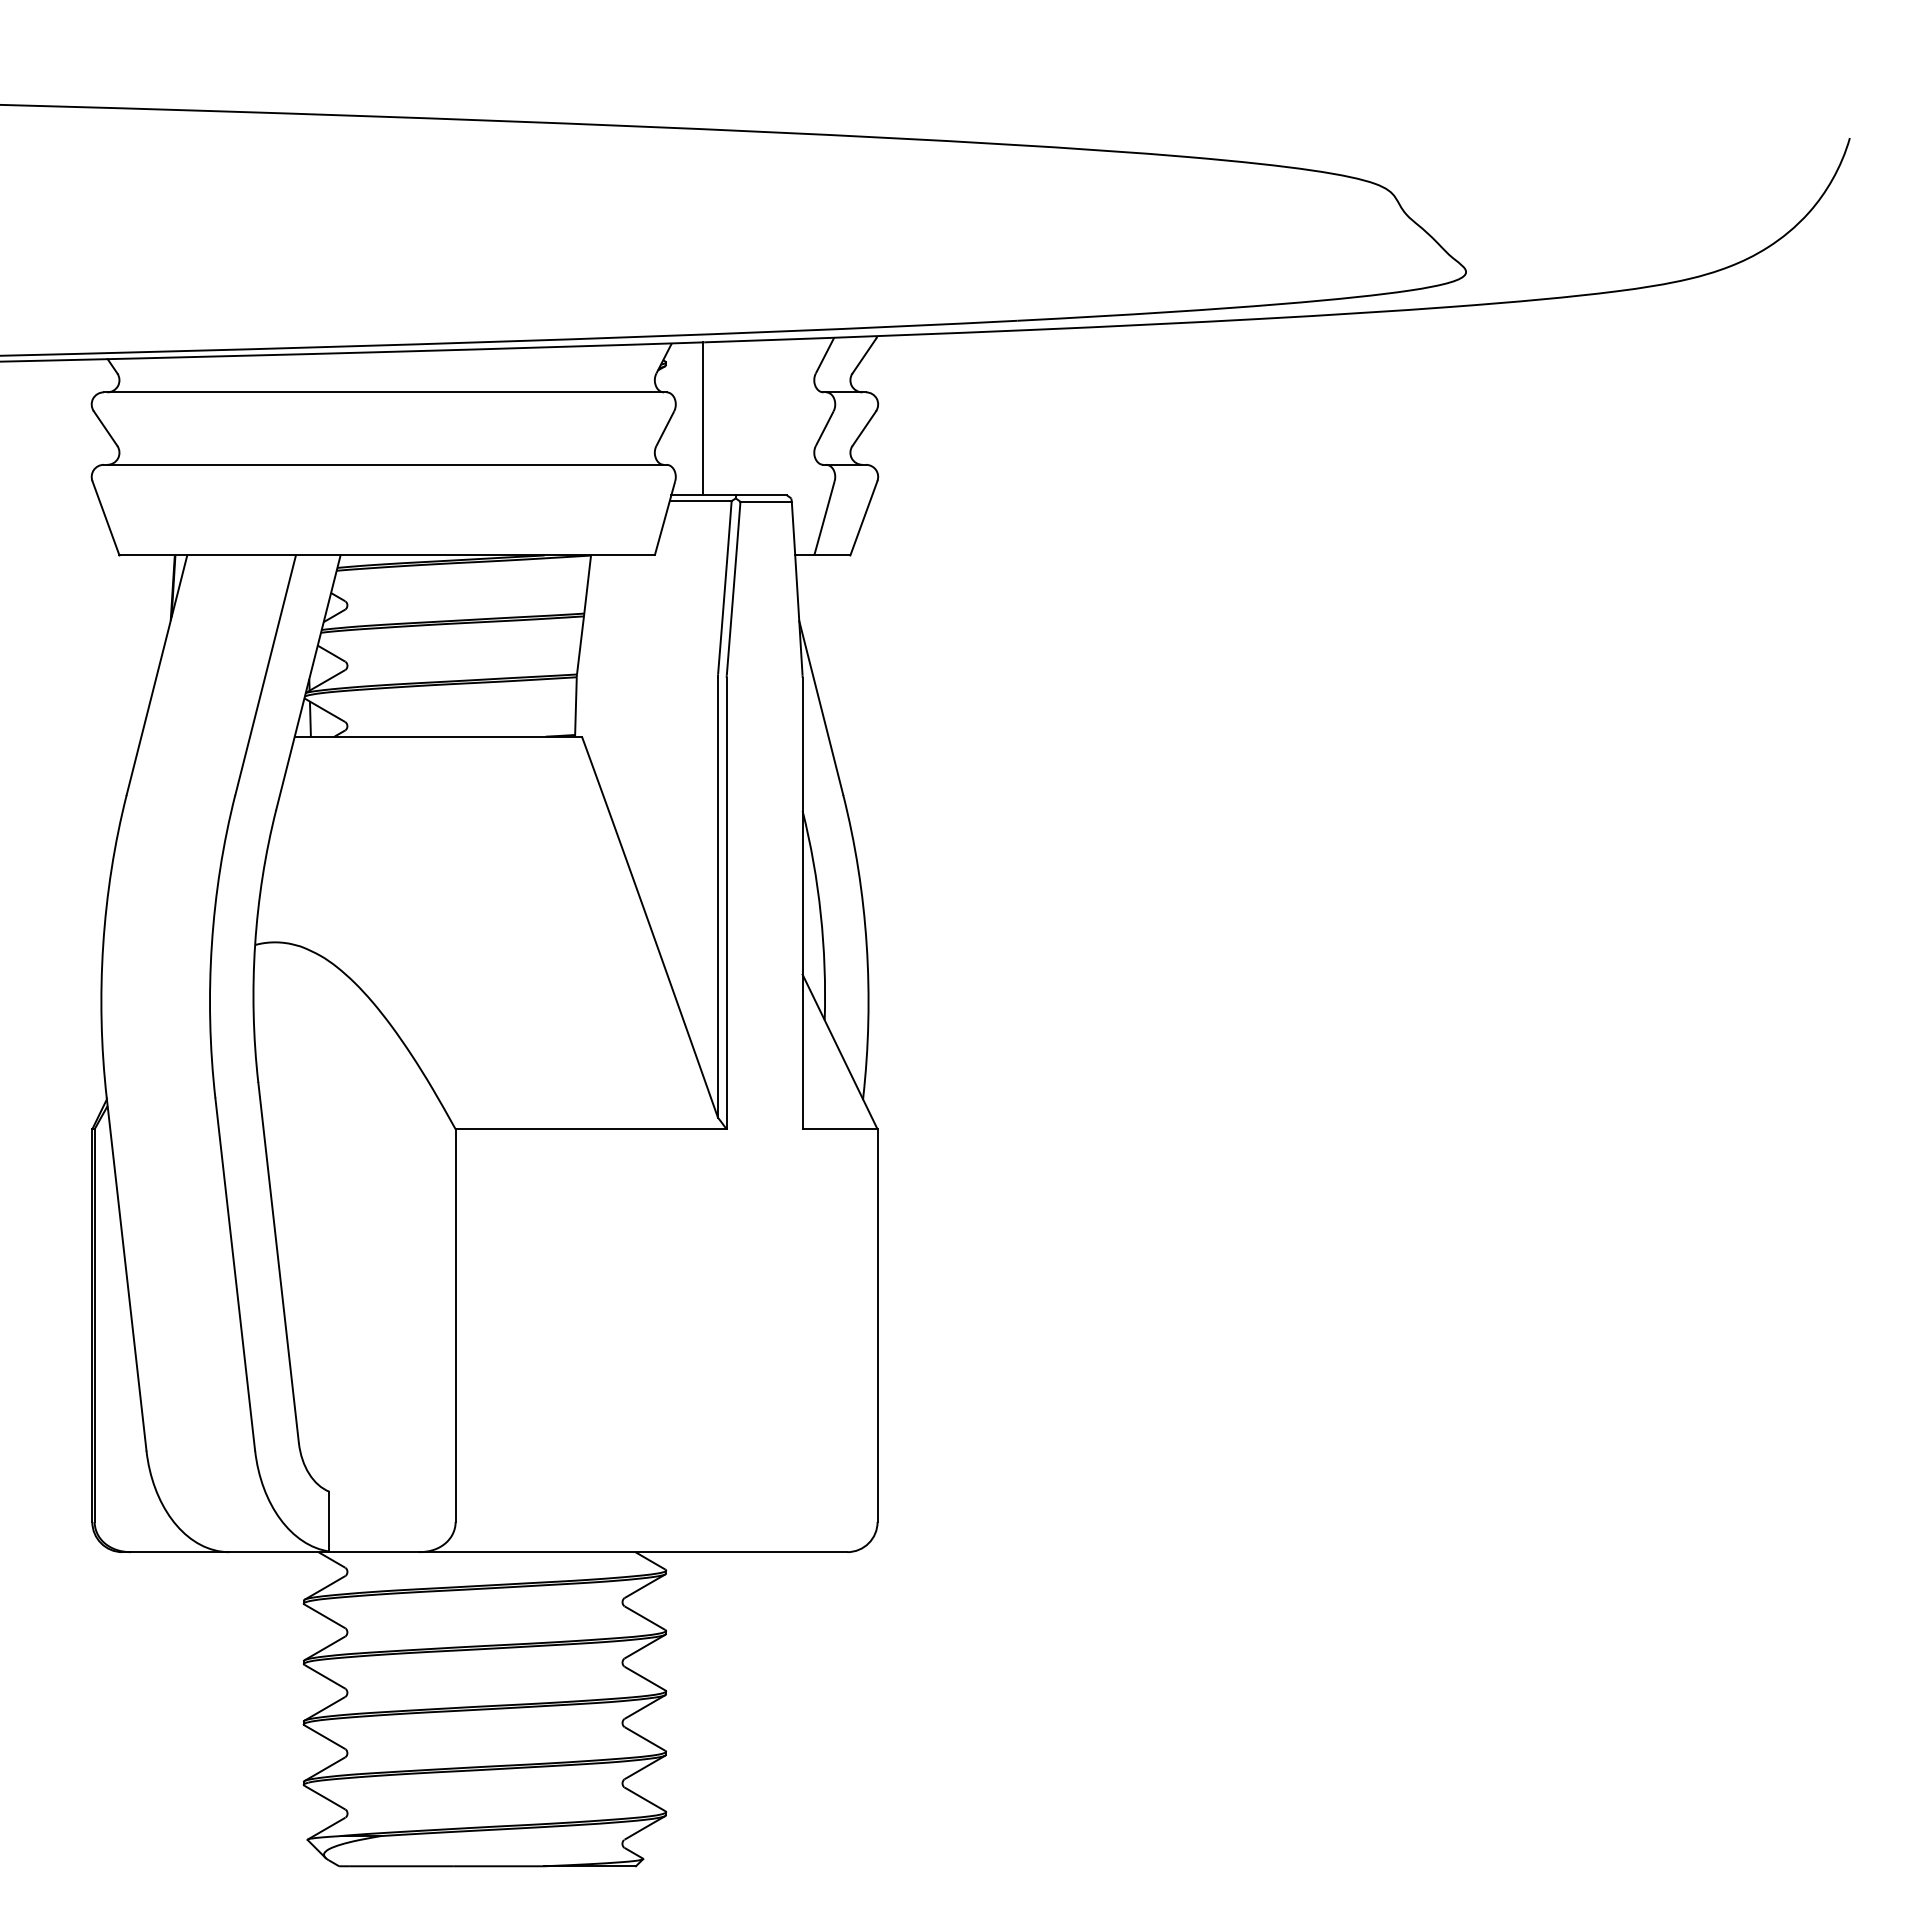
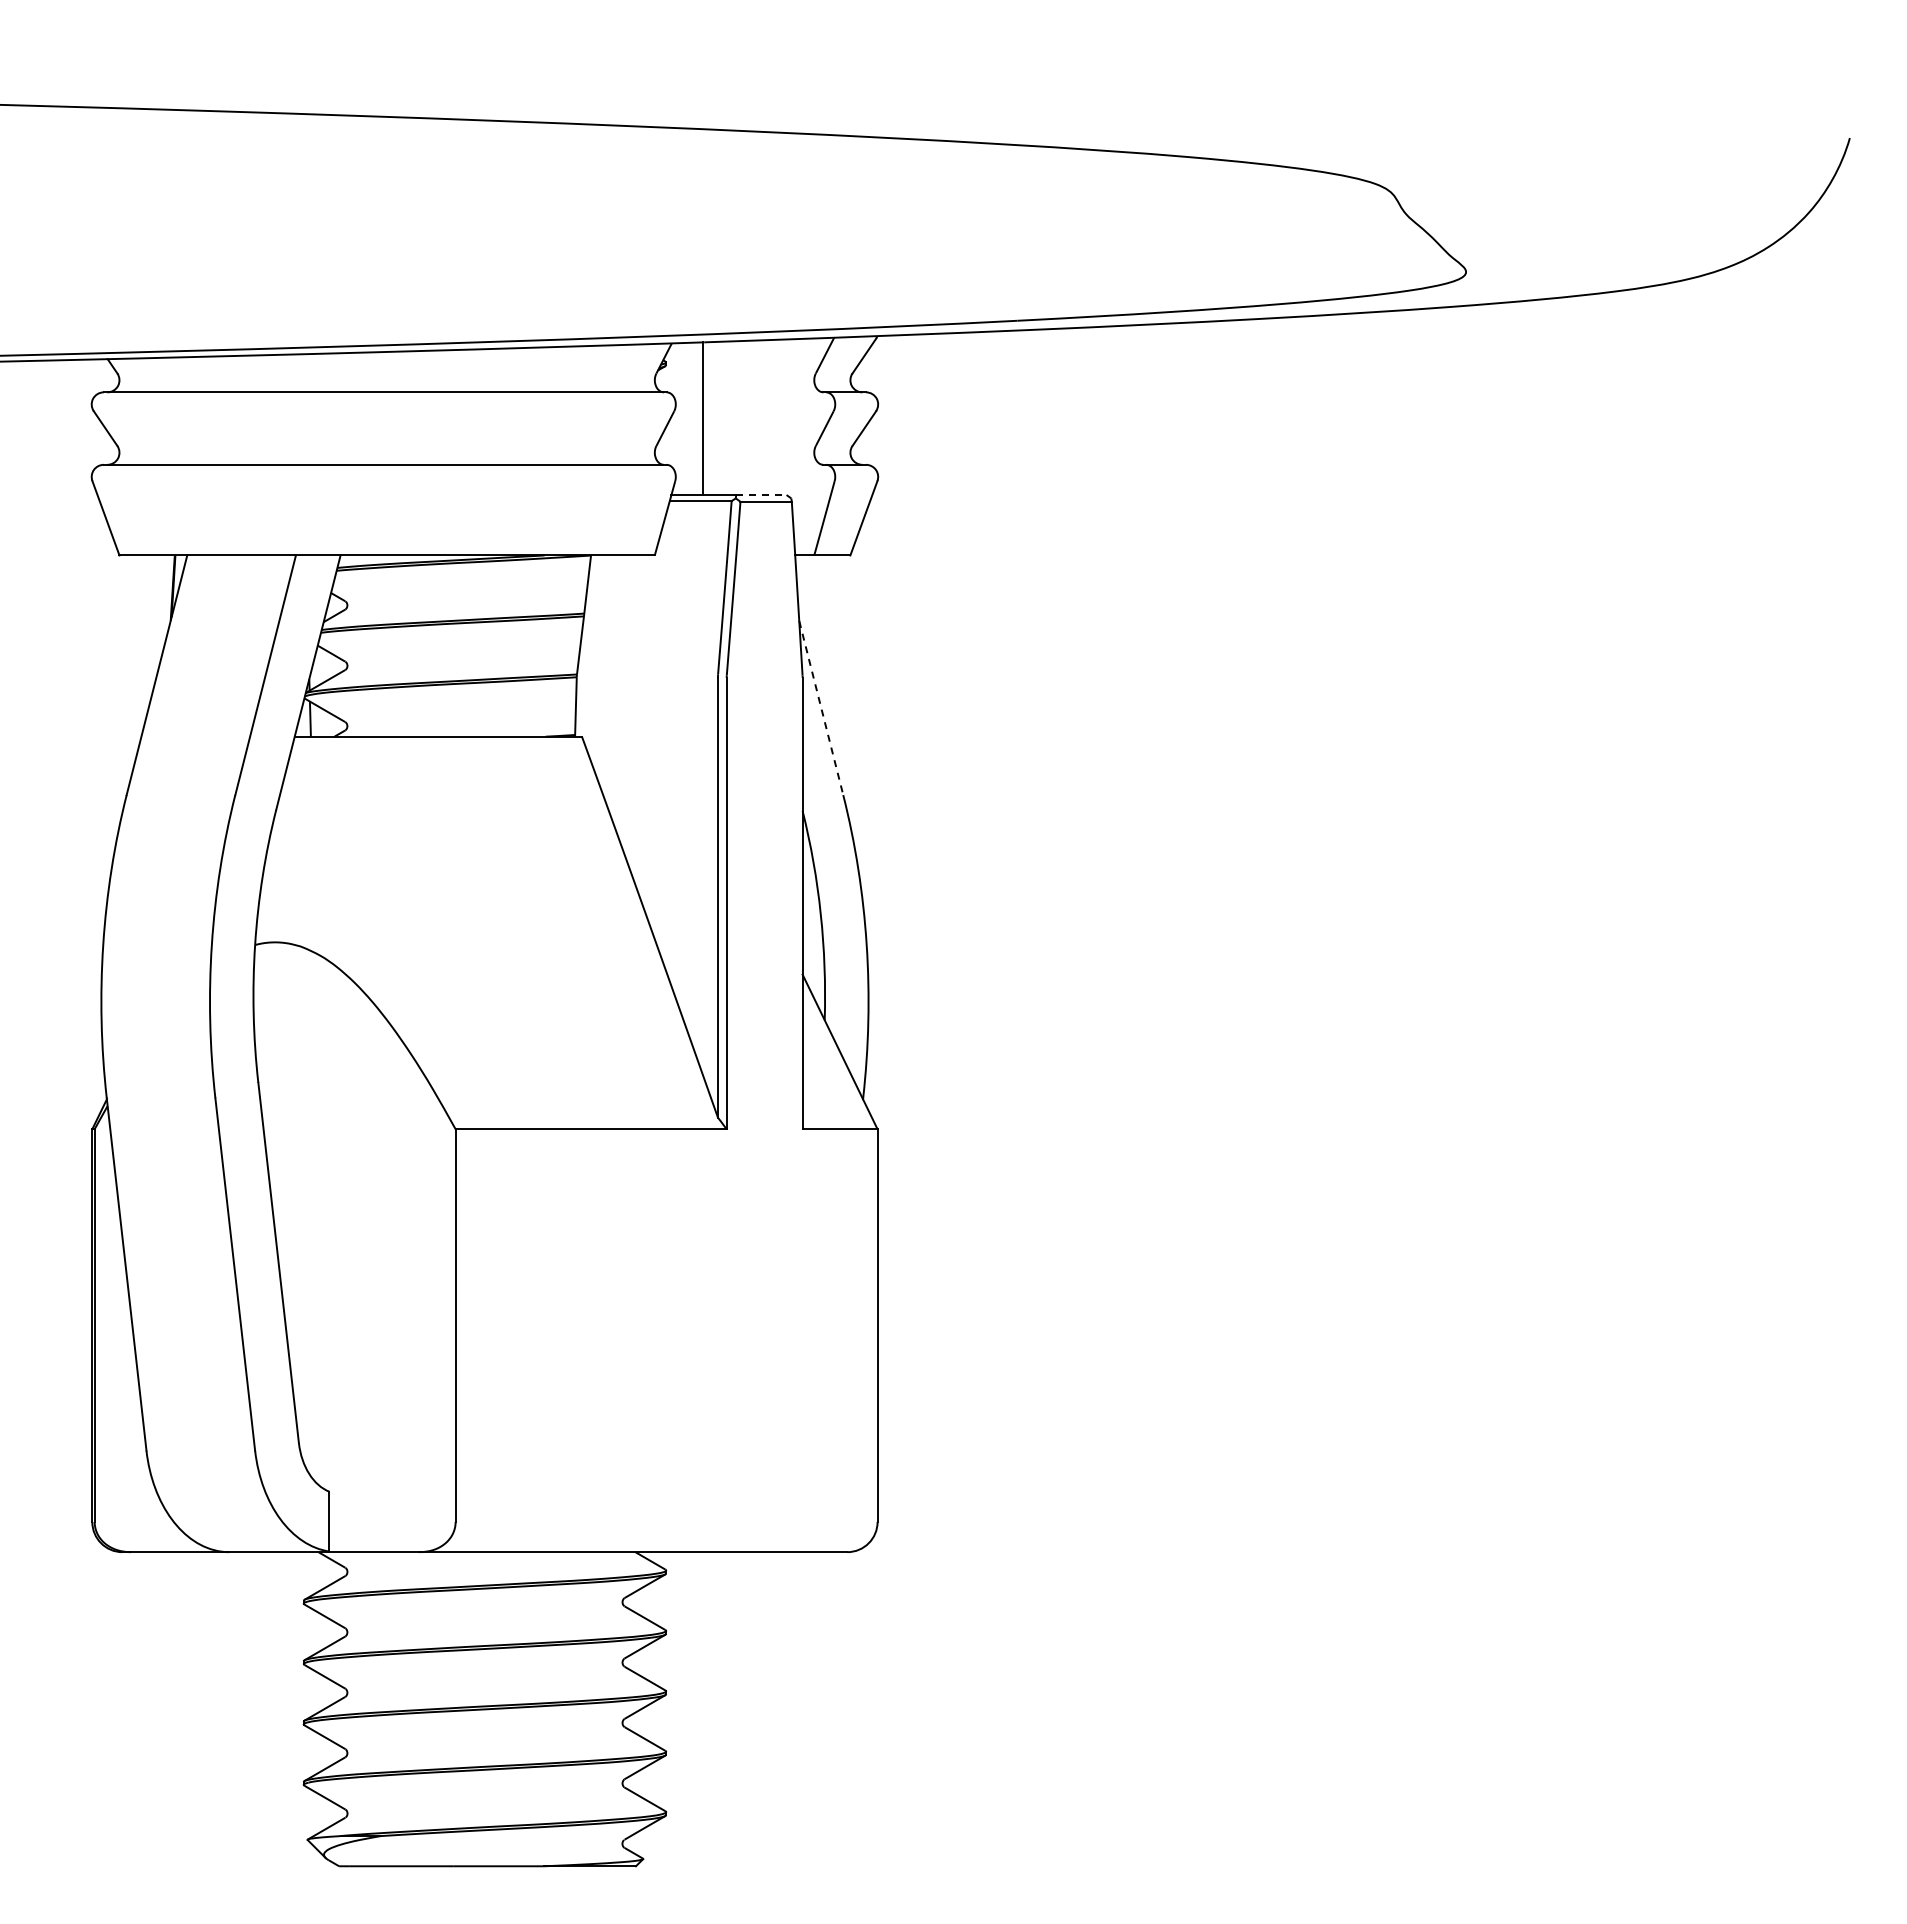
line at (761, 495): solid -> dashed
line at (821, 708): solid -> dashed
